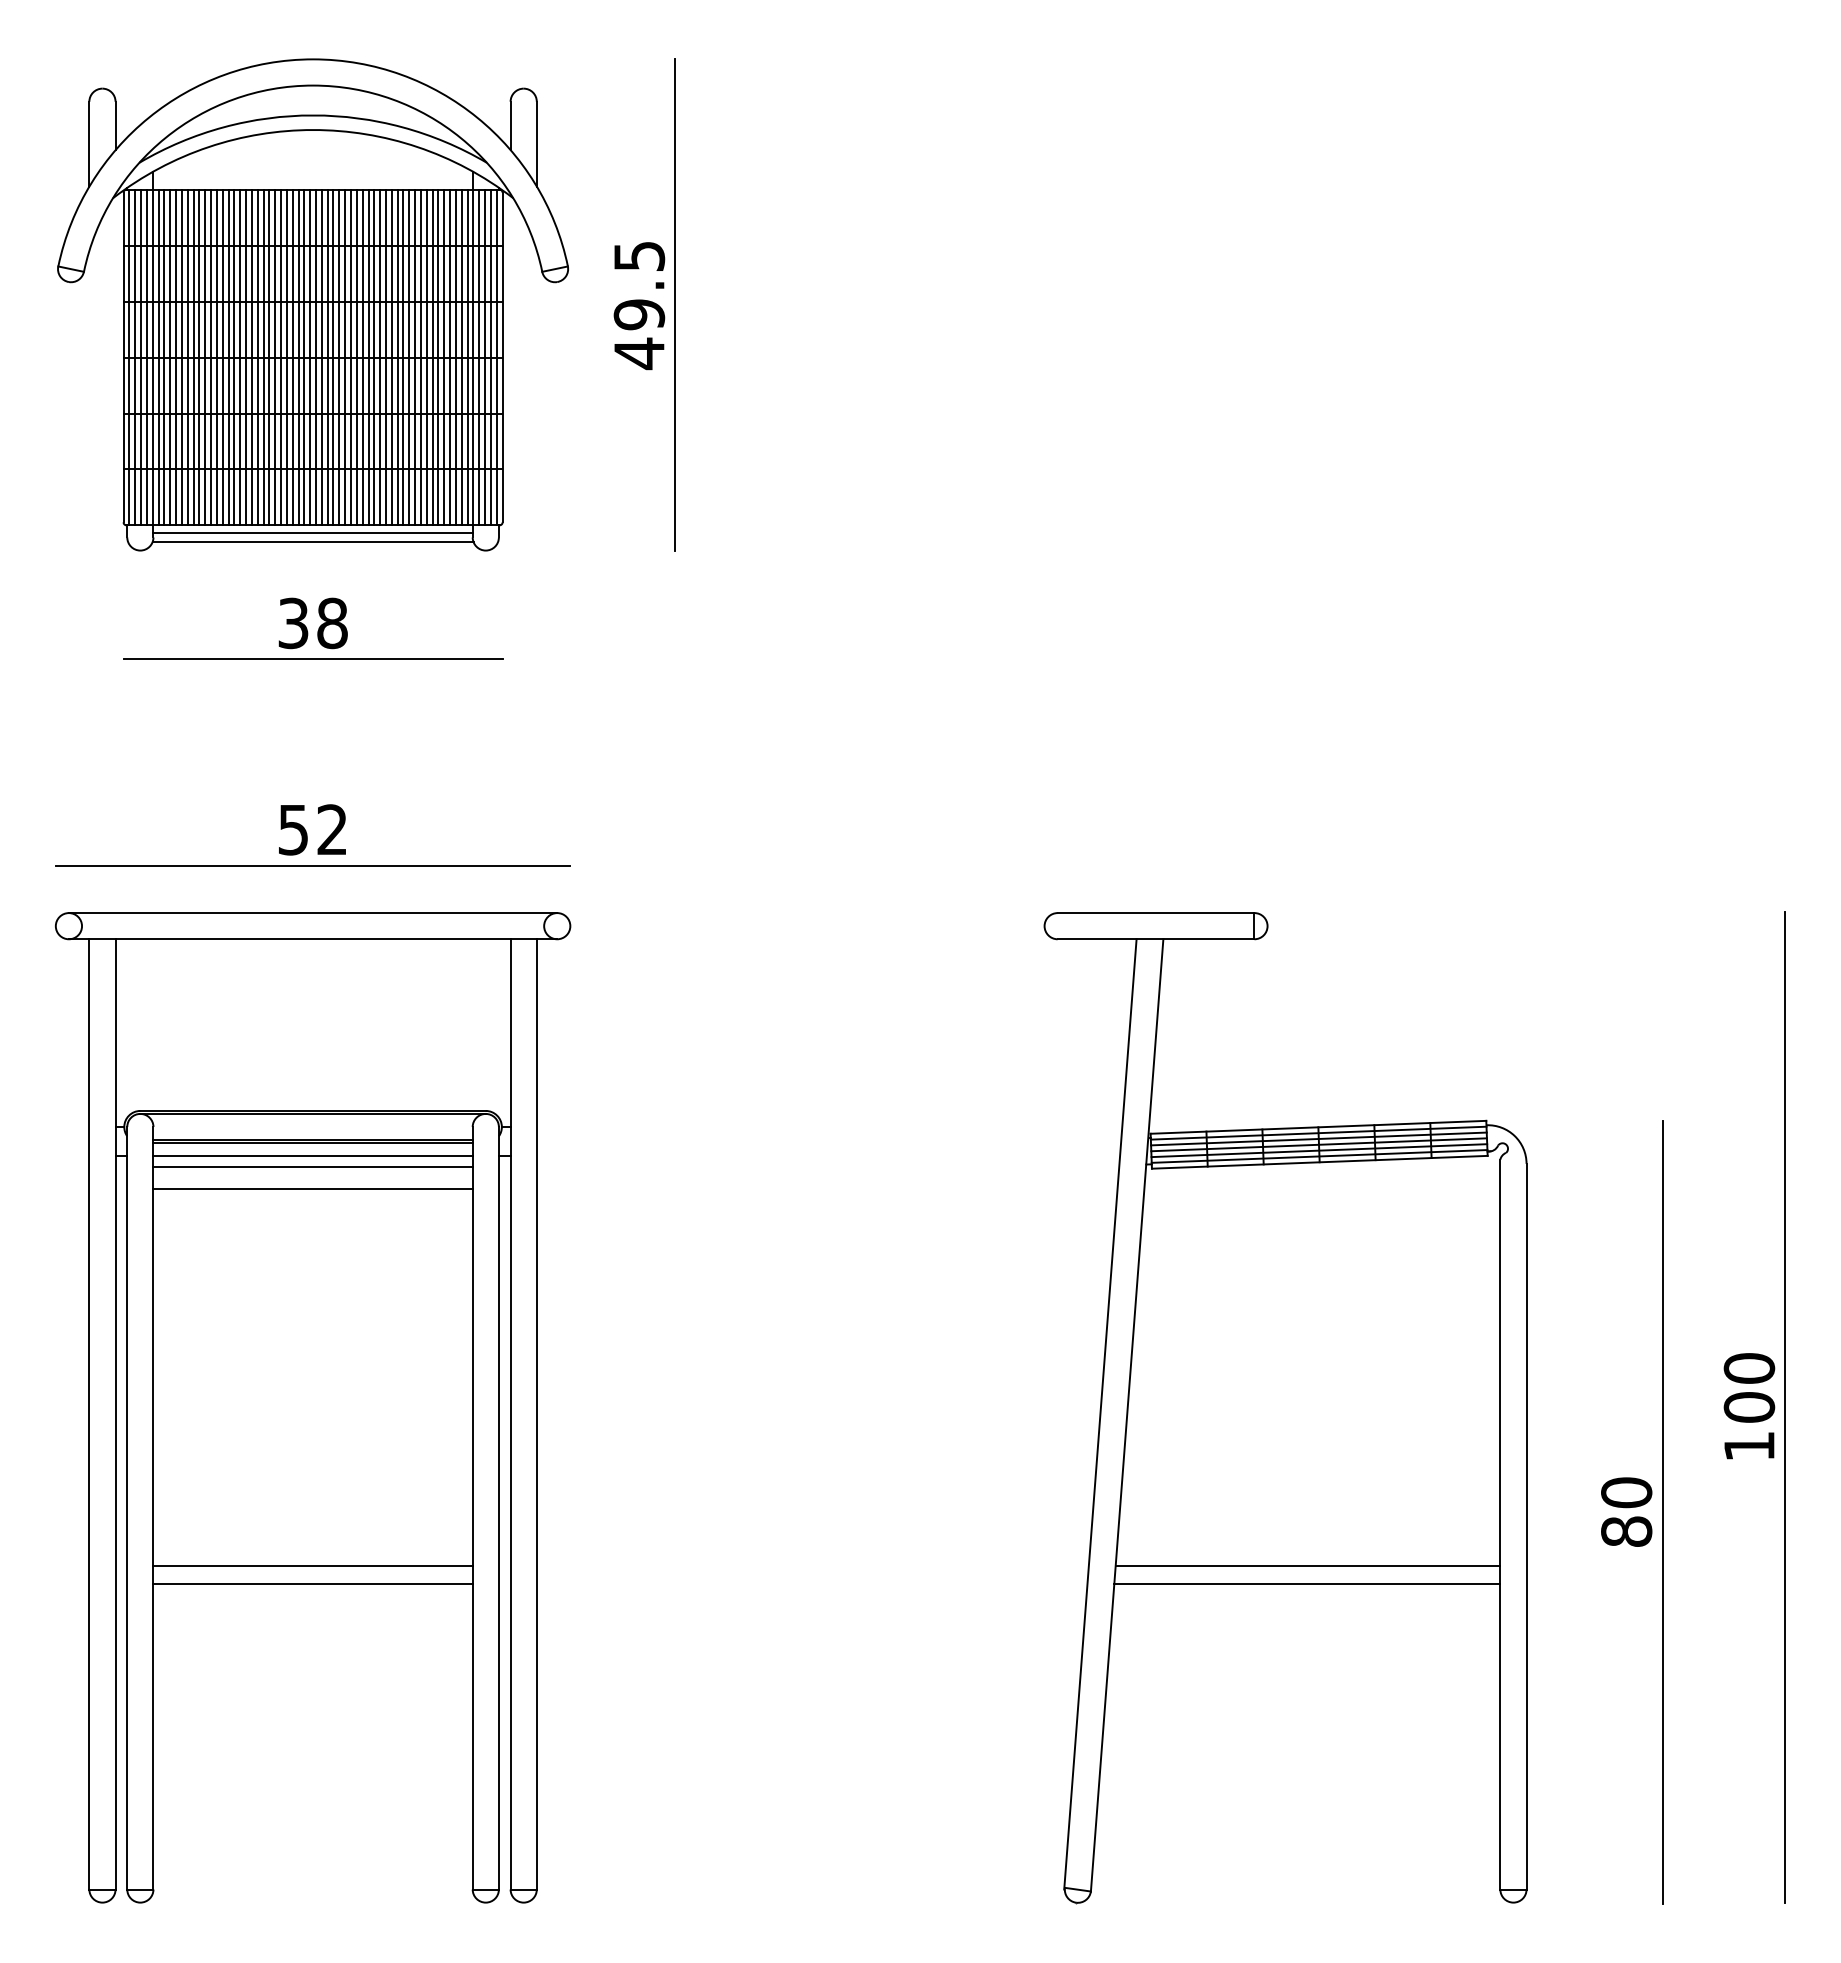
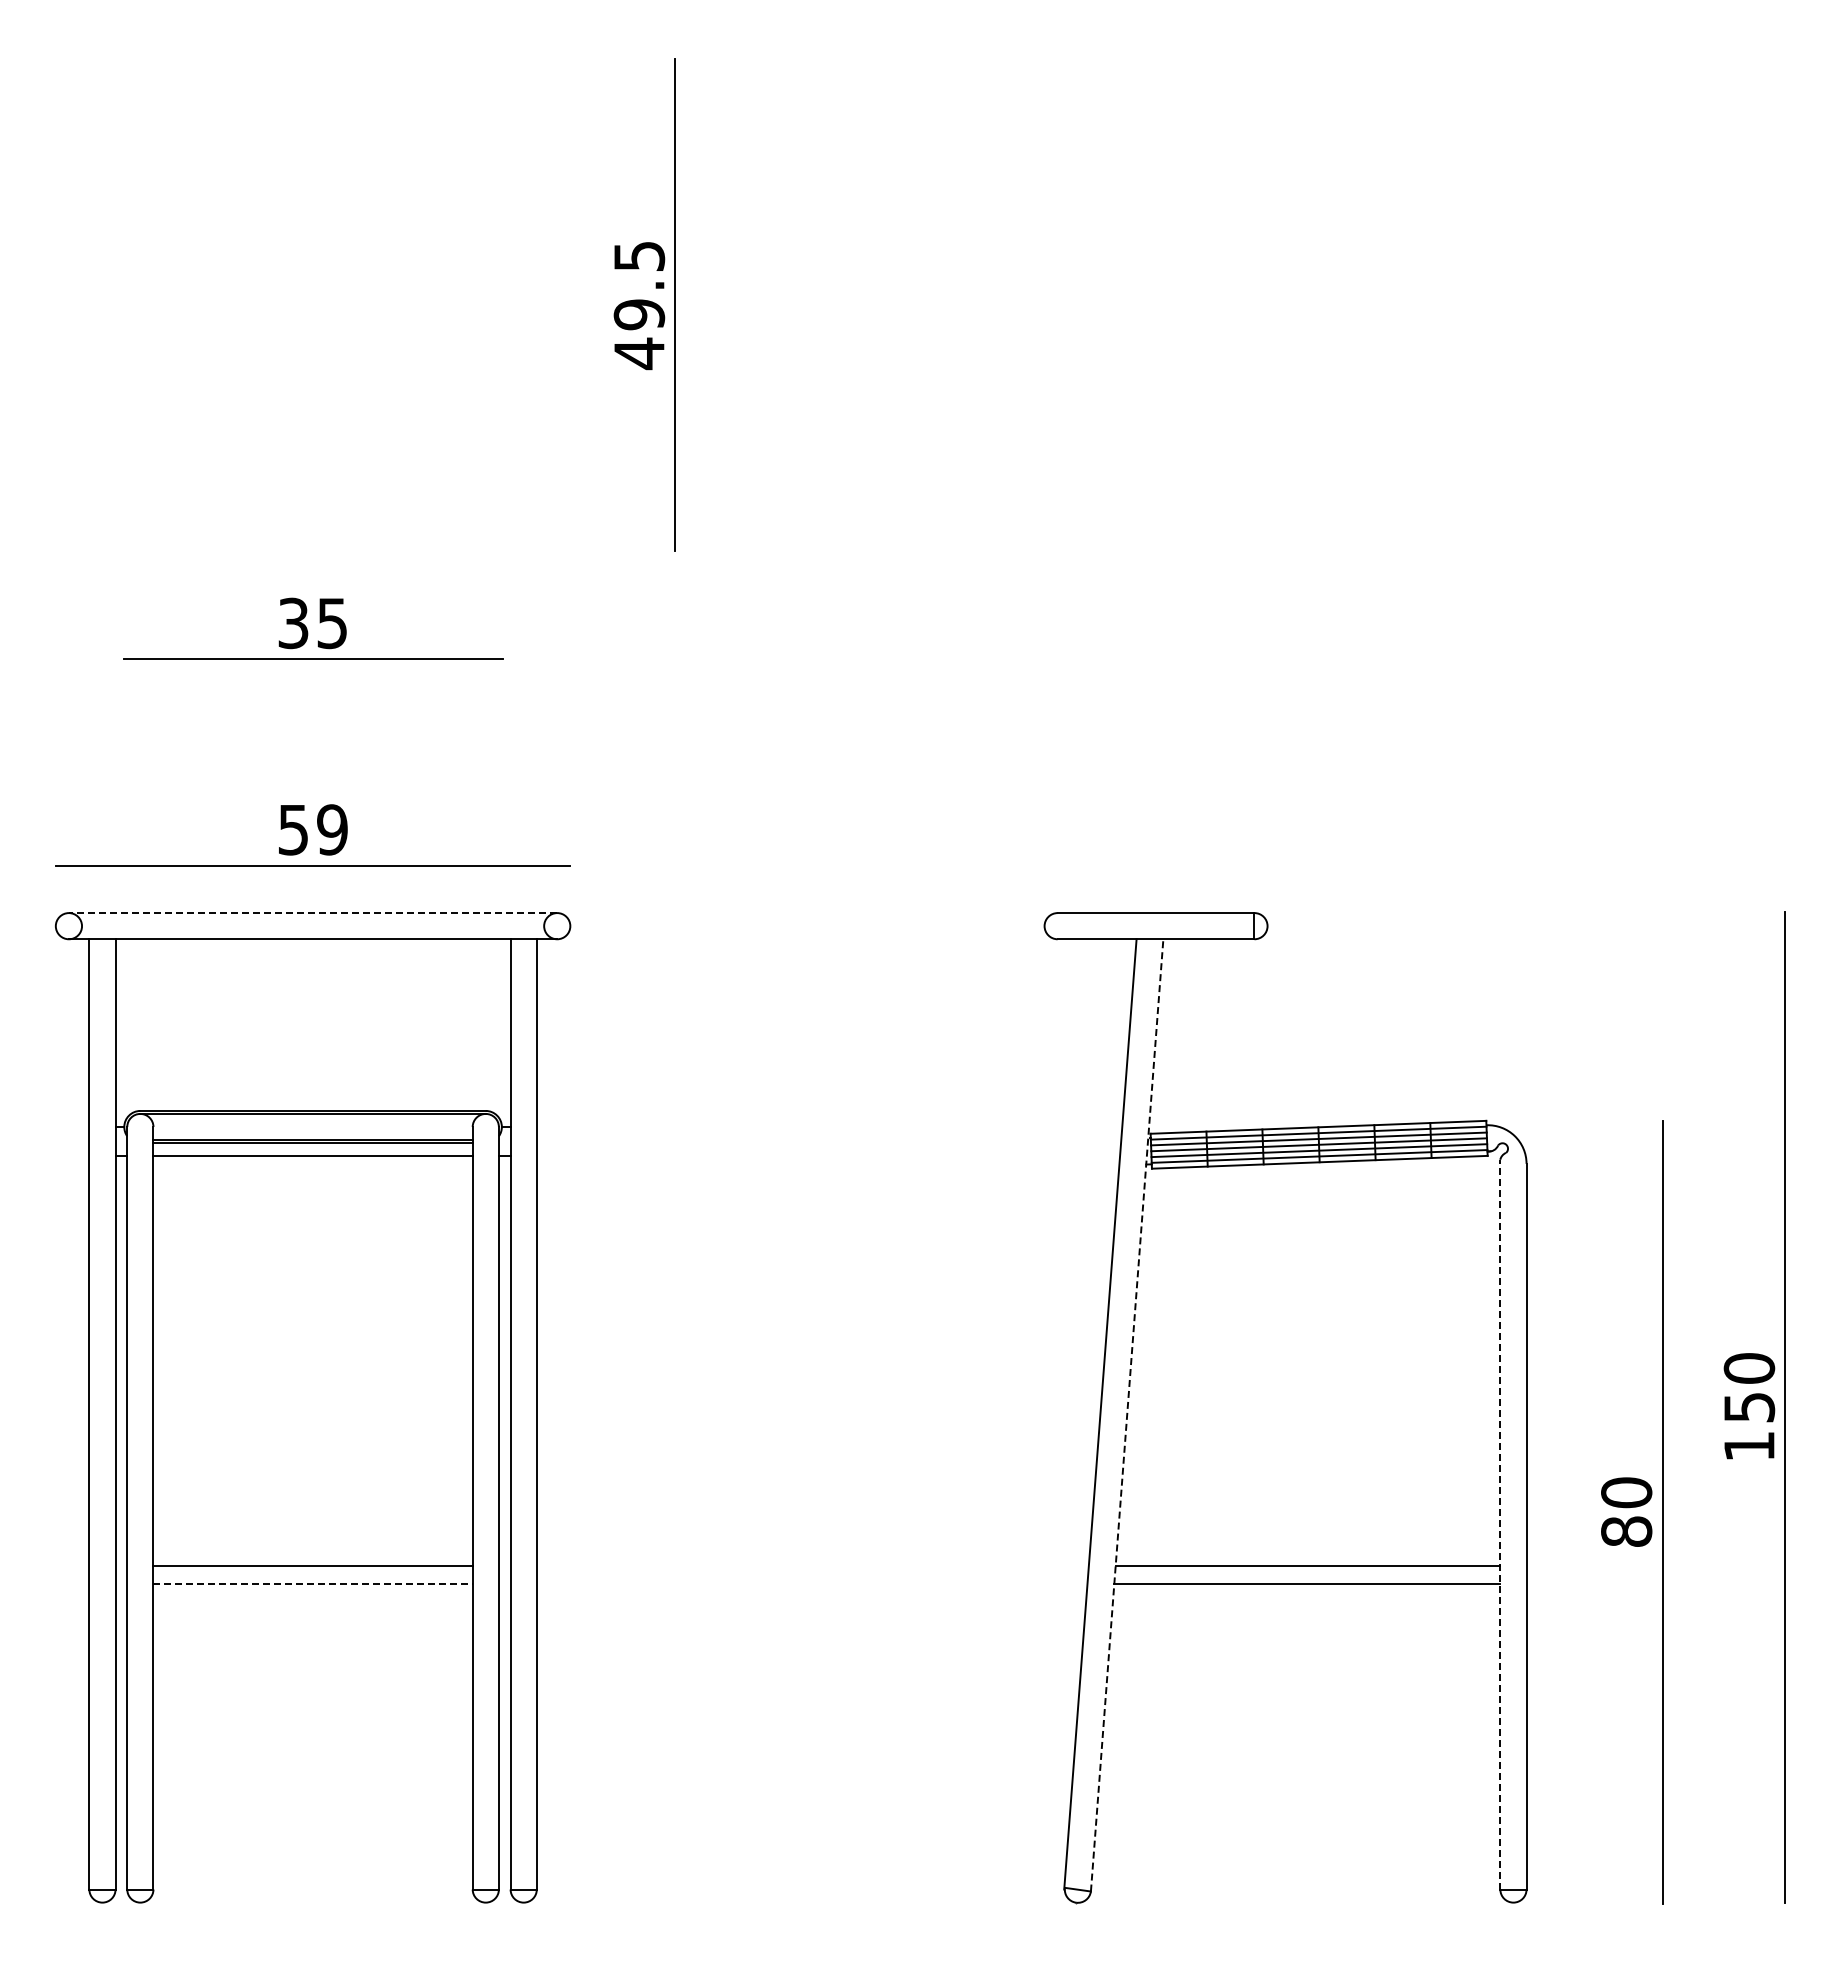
part at (312, 304): present -> none
text at (332, 623): 38 -> 35
text at (332, 829): 52 -> 59
line at (312, 913): solid -> dashed
line at (312, 1167): present -> none
line at (312, 1189): present -> none
text at (1749, 1407): 100 -> 150
line at (1127, 1414): solid -> dashed
line at (1500, 1524): solid -> dashed
line at (313, 1583): solid -> dashed
